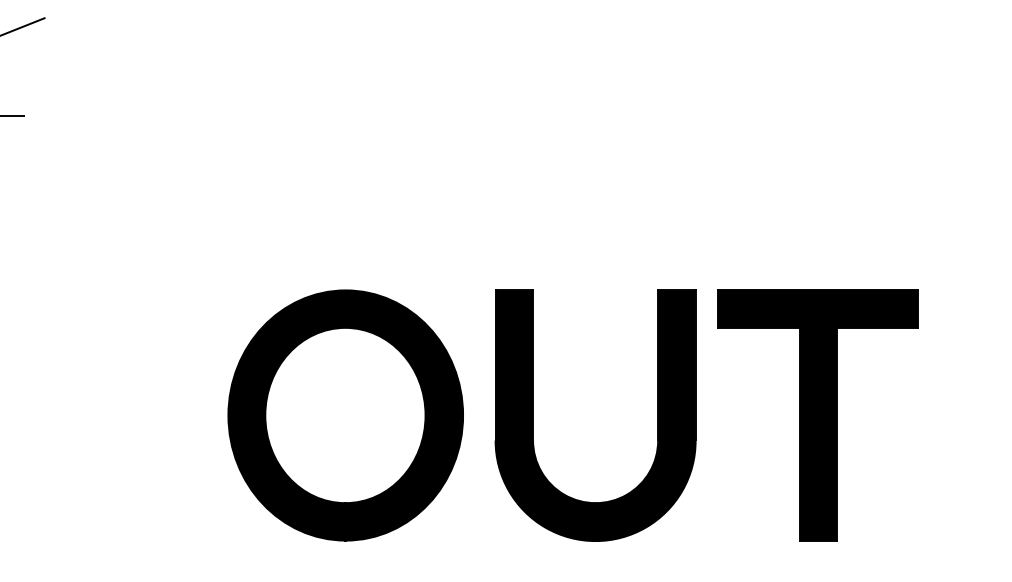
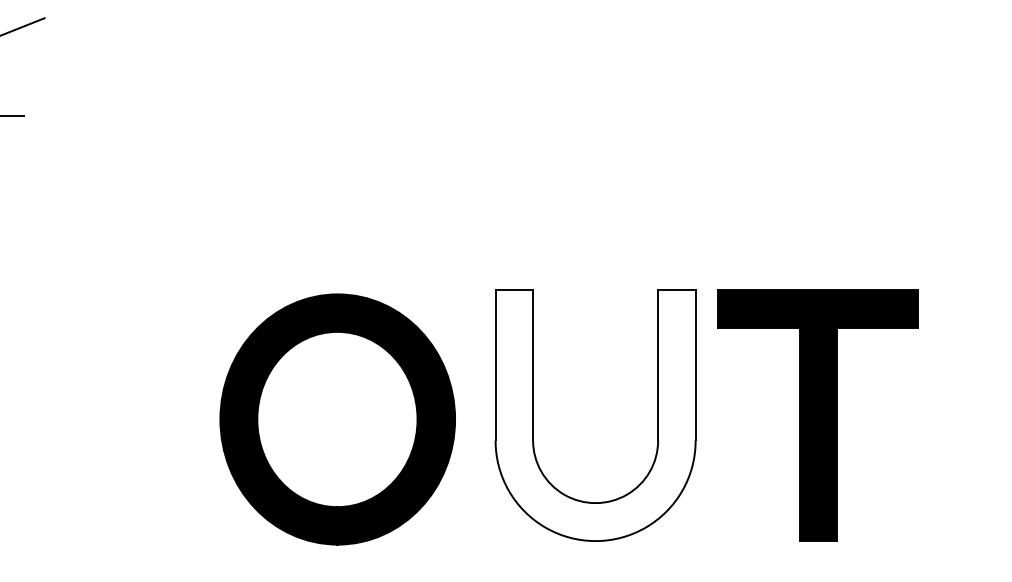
part at (345, 415) position: (345, 415) -> (337, 419)
fill at (595, 415): present -> none
